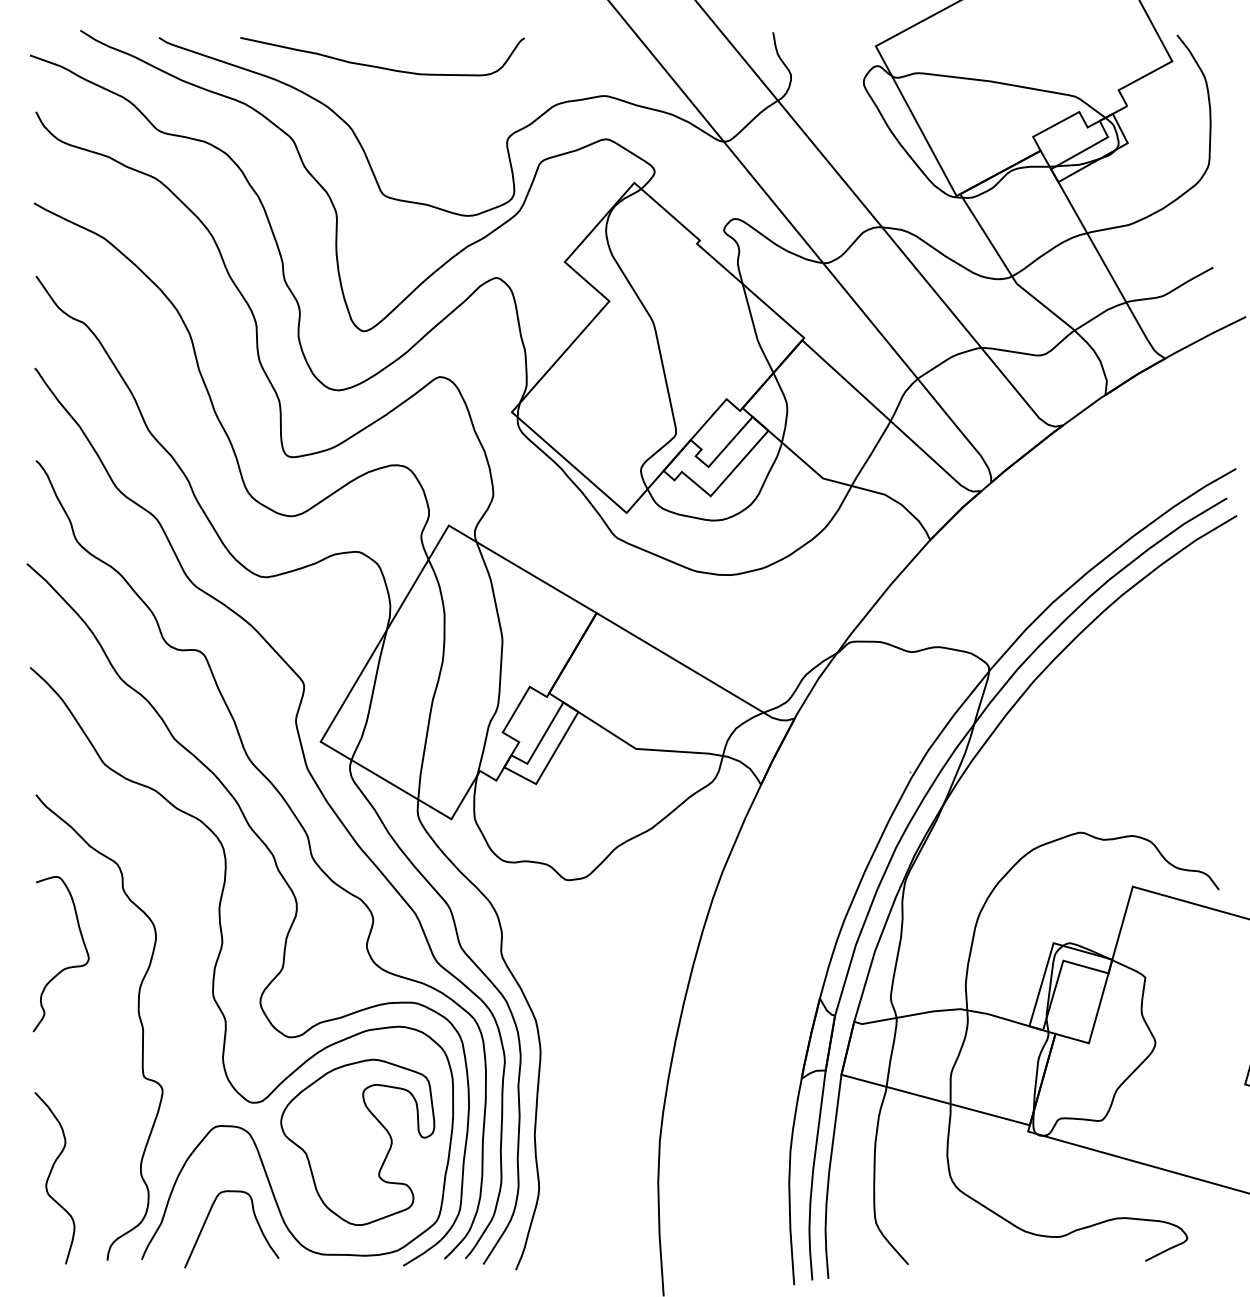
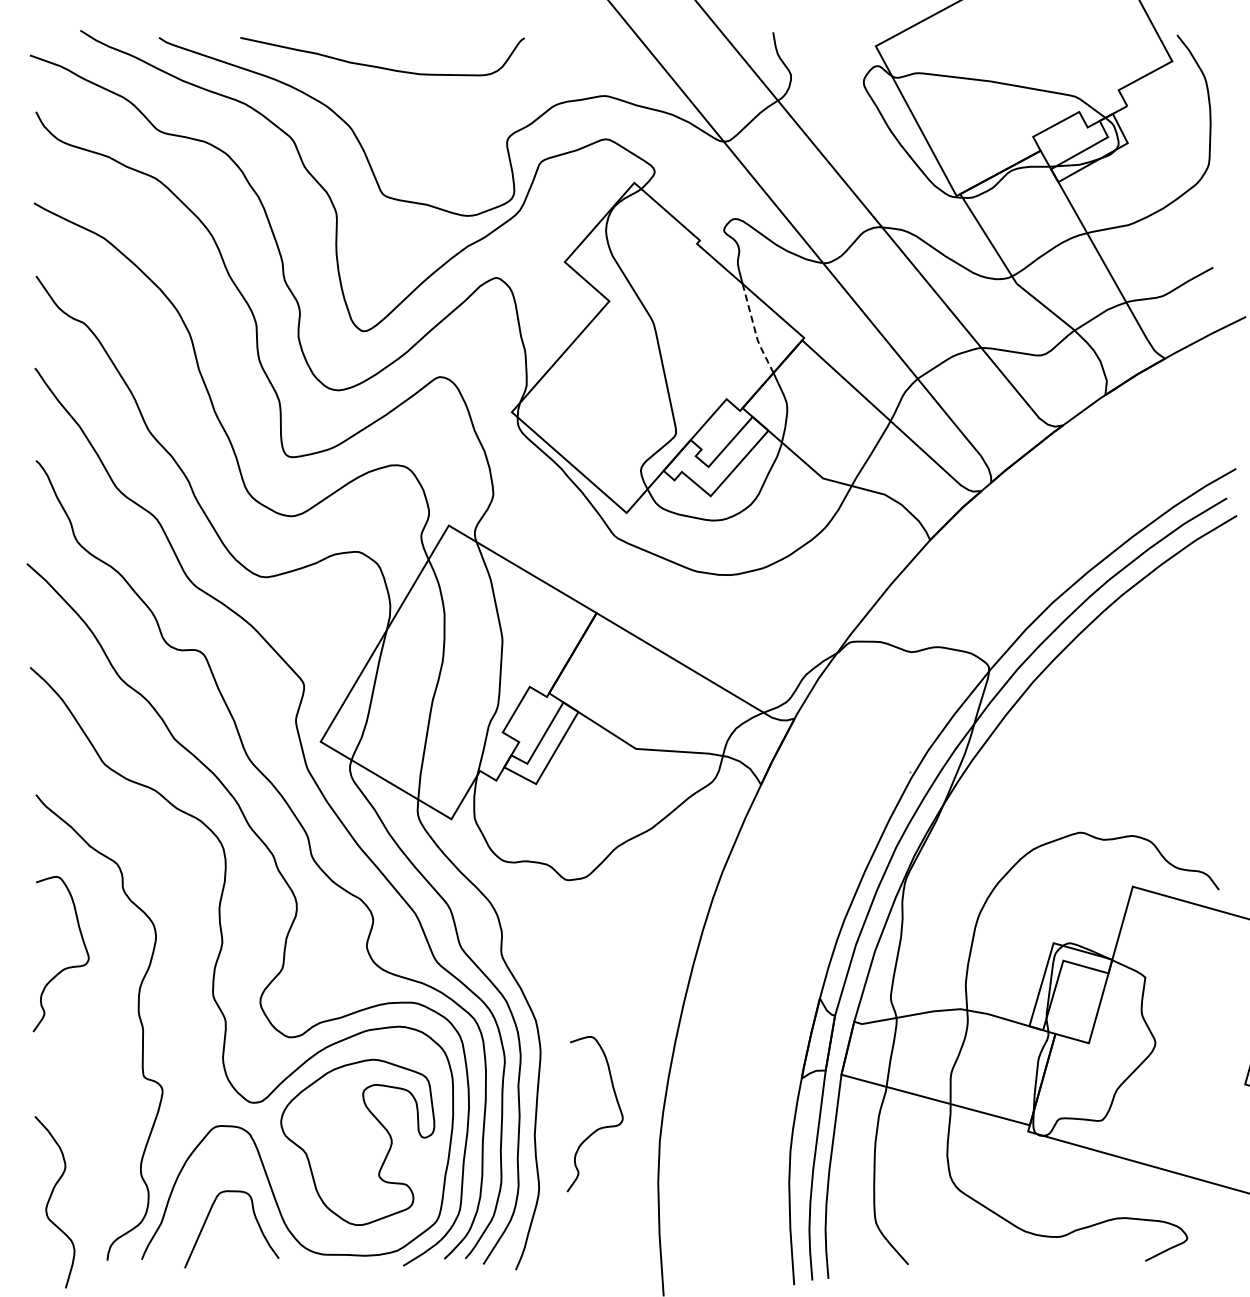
line at (755, 331): solid -> dashed
curve at (599, 1127): none -> present
curve at (50, 1175) position: (50, 1175) -> (50, 1199)
